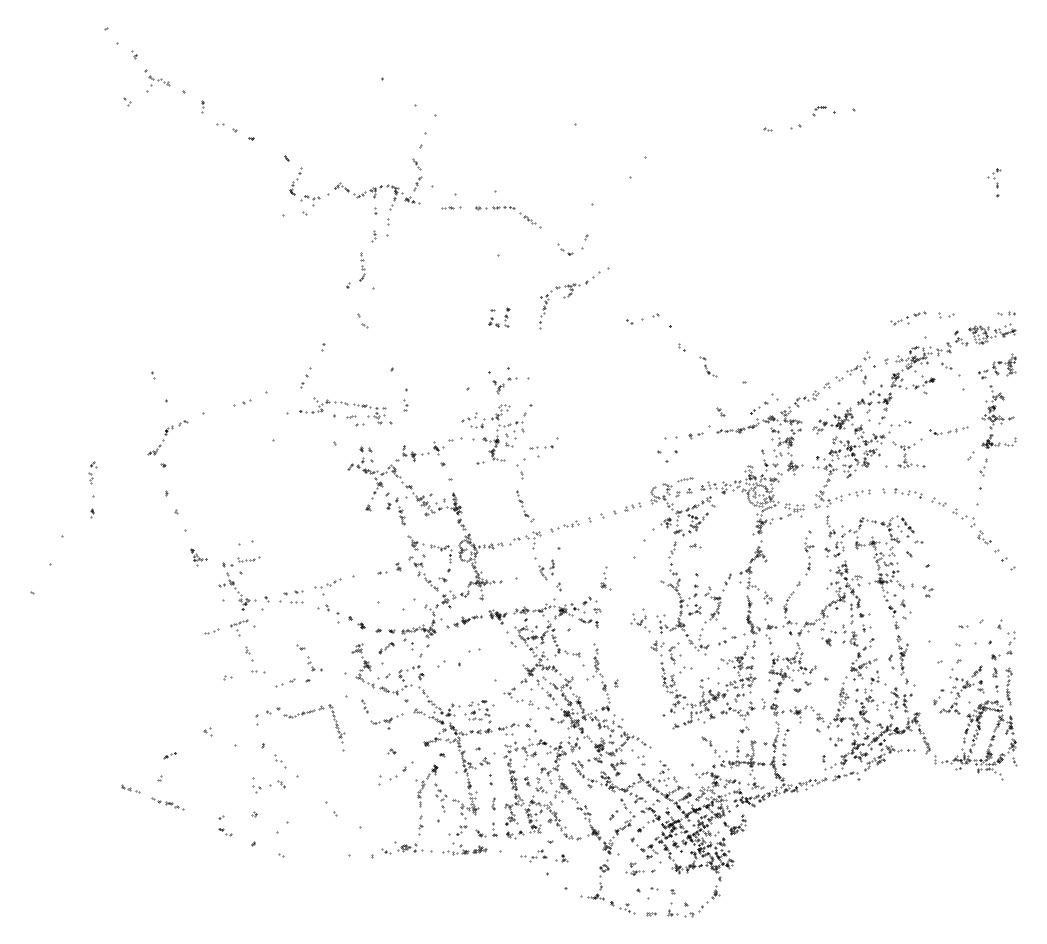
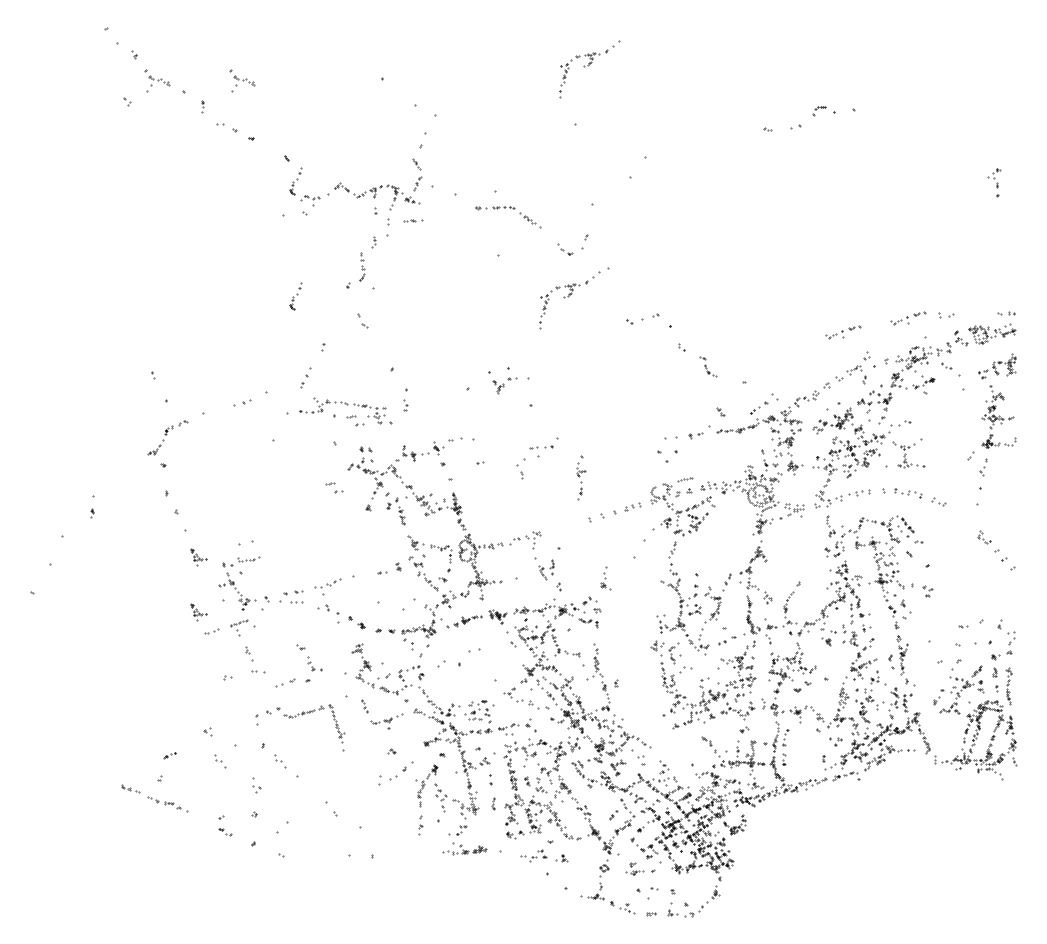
part at (589, 69): none -> present
part at (242, 80): none -> present
part at (451, 207) position: (451, 207) -> (413, 220)
part at (373, 236) position: (373, 236) -> (373, 242)
part at (295, 296): none -> present
part at (499, 317): present -> none
part at (843, 332): none -> present
part at (948, 430): present -> none
part at (493, 432): present -> none
part at (92, 472): present -> none
part at (334, 487): none -> present
part at (525, 506): present -> none
part at (963, 517): present -> none
part at (564, 526): present -> none
part at (695, 545): present -> none
part at (809, 552) position: (809, 552) -> (581, 477)
part at (198, 612): none -> present
part at (640, 620): present -> none
part at (386, 648): present -> none
part at (220, 761): none -> present
part at (277, 784): present -> none
part at (167, 803) size: 34x14 px -> 42x17 px
part at (486, 829): present -> none
part at (406, 847): present -> none
